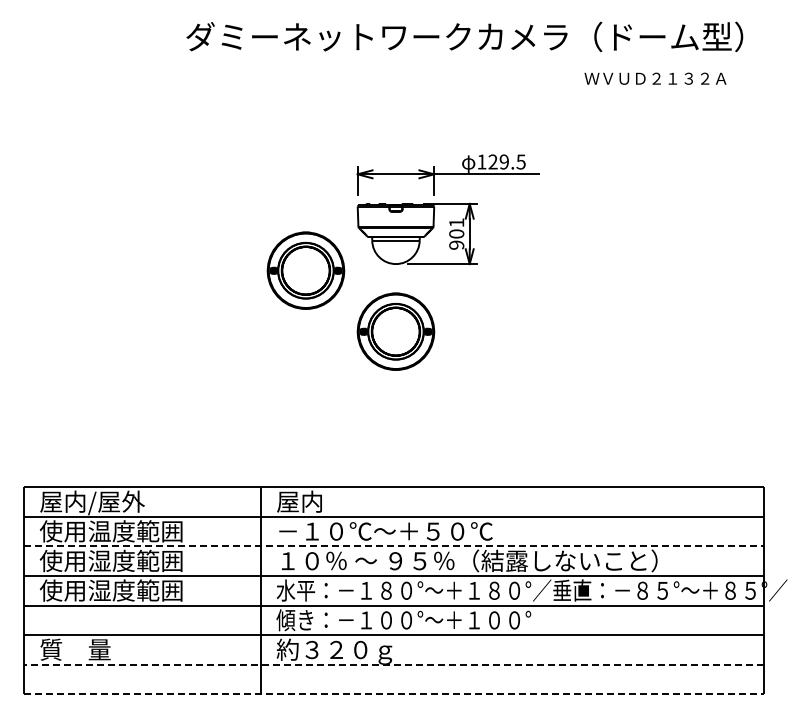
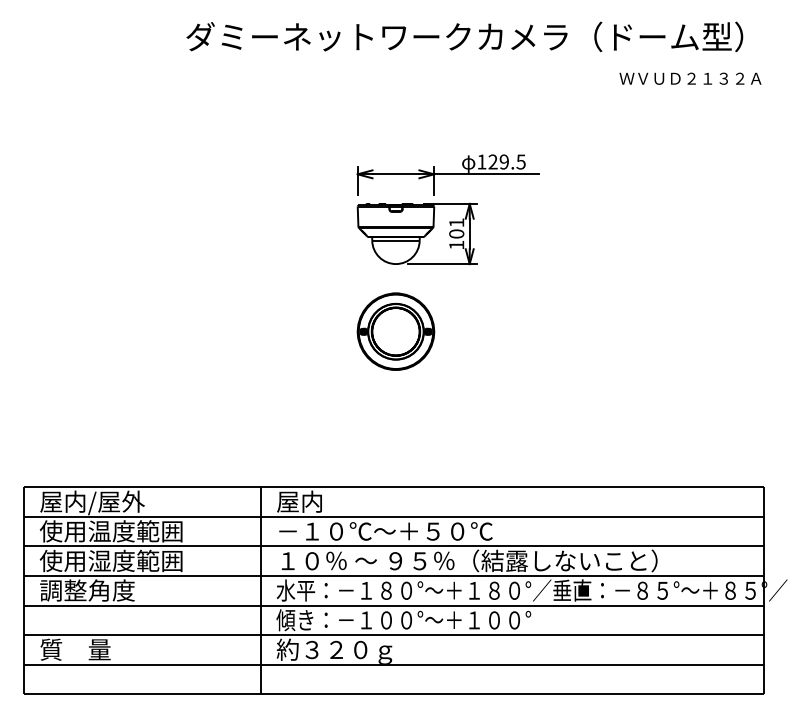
text at (655, 78) position: (655, 78) -> (690, 78)
text at (456, 244): 901 -> 101
part at (305, 270): present -> none
line at (394, 546): dashed -> solid
text at (111, 590): 使用湿度範囲 -> 調整角度
line at (394, 664): dashed -> solid
line at (394, 694): dashed -> solid
